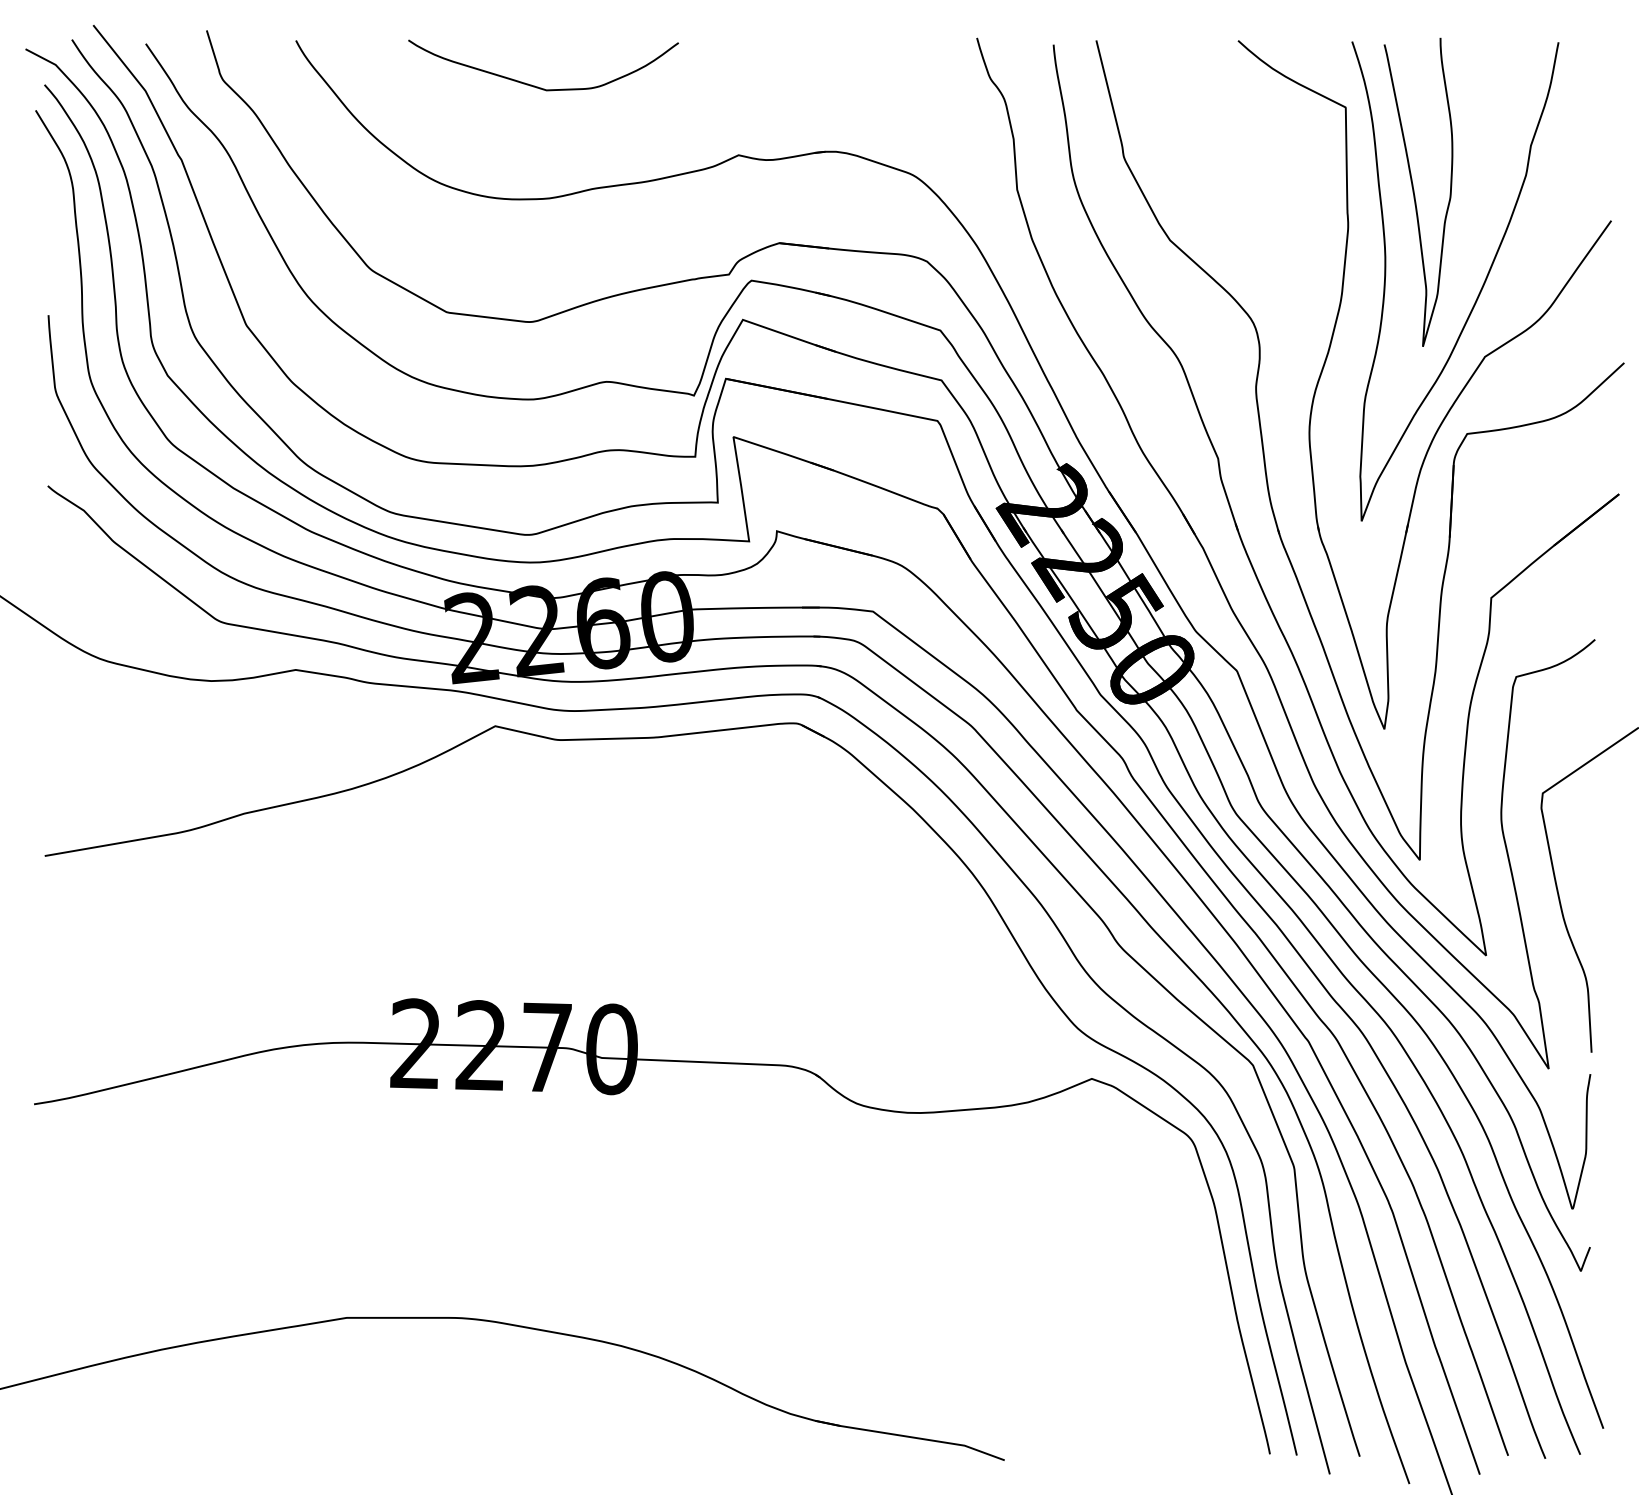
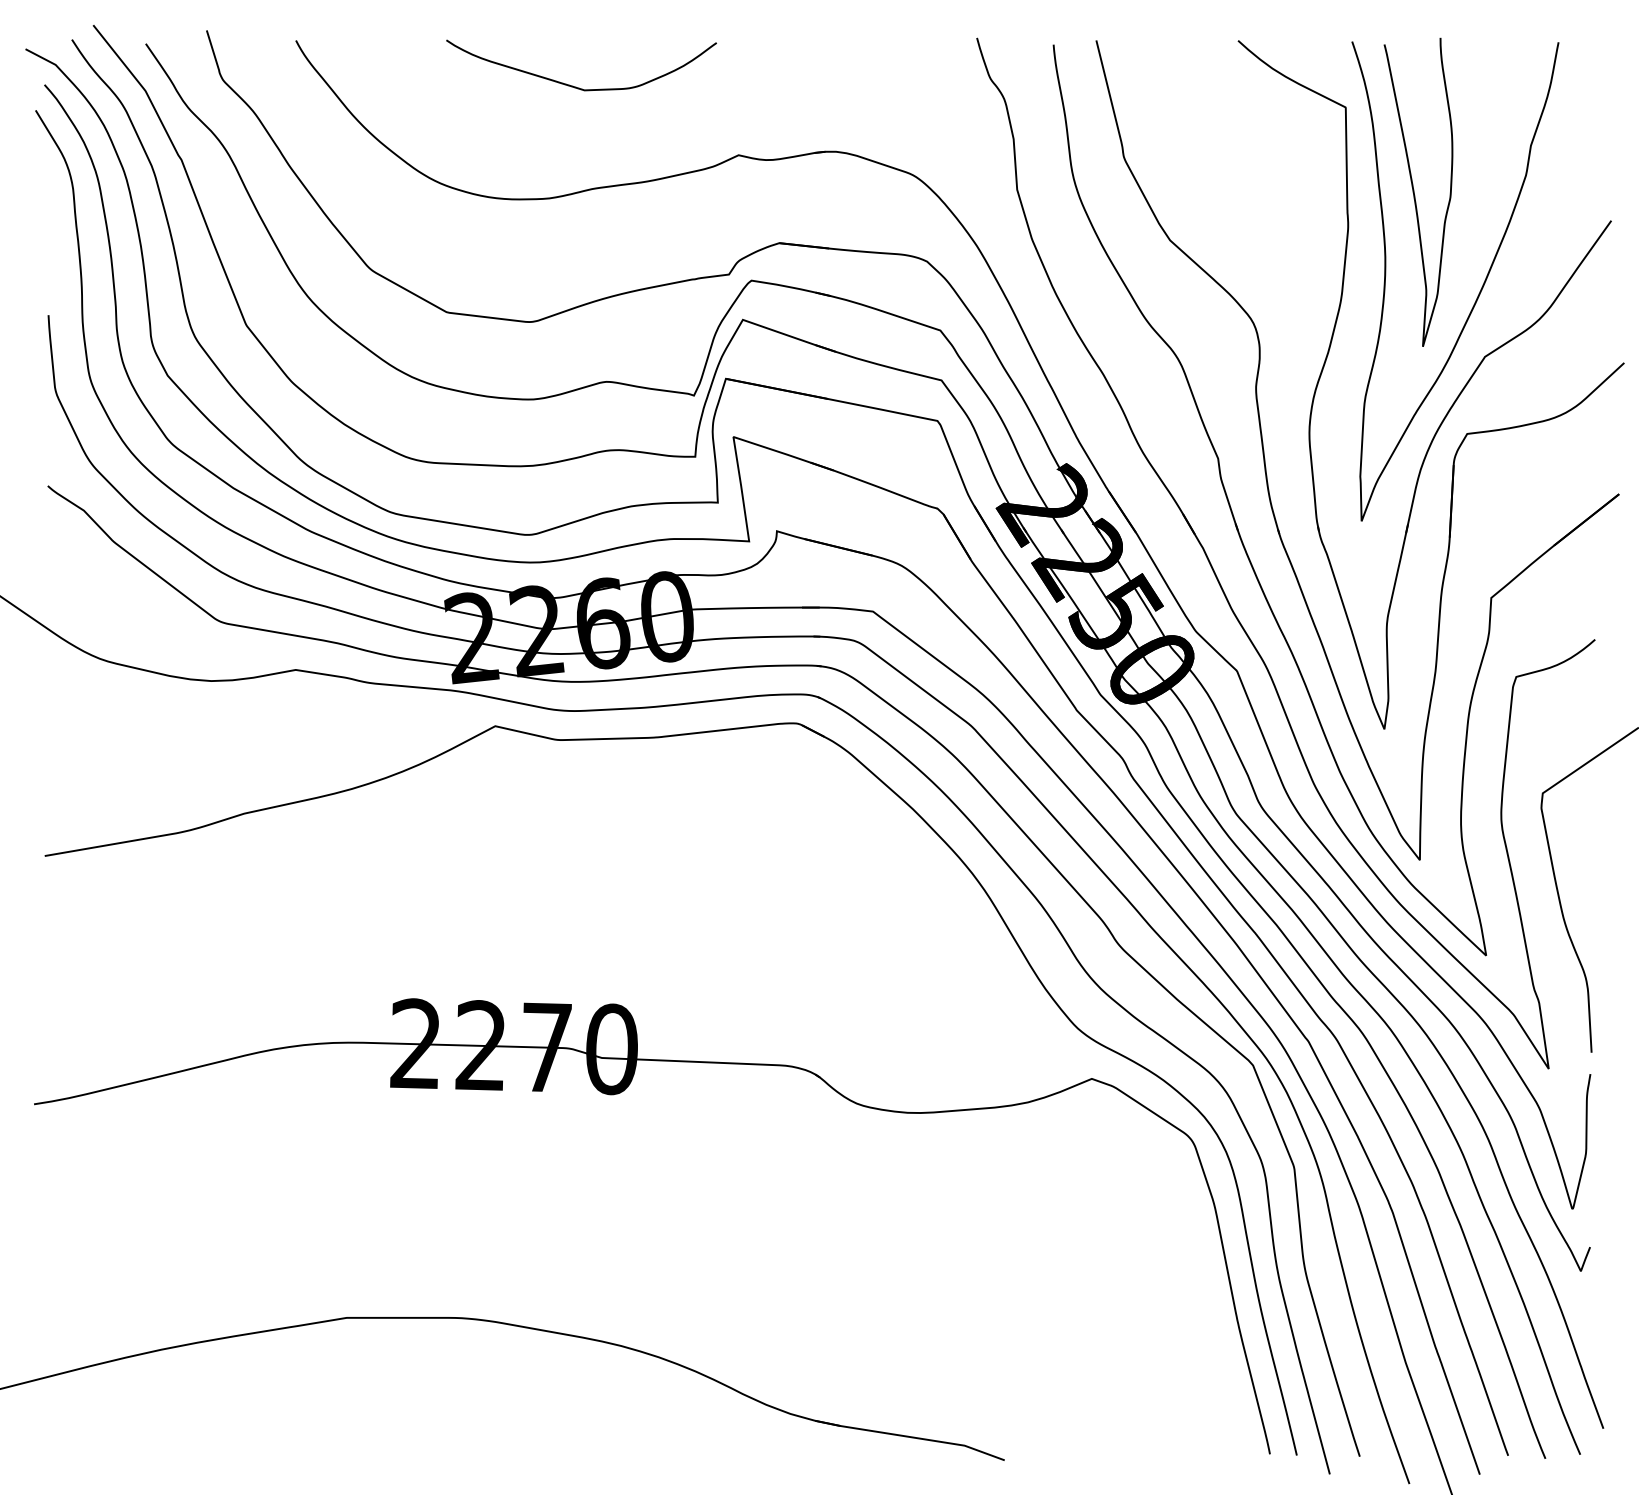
curve at (538, 86) position: (538, 86) -> (576, 86)
